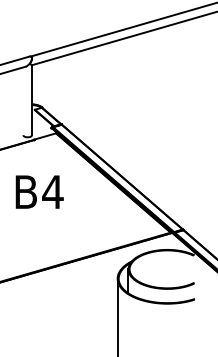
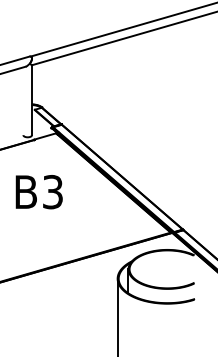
text at (52, 192): B4 -> B3
